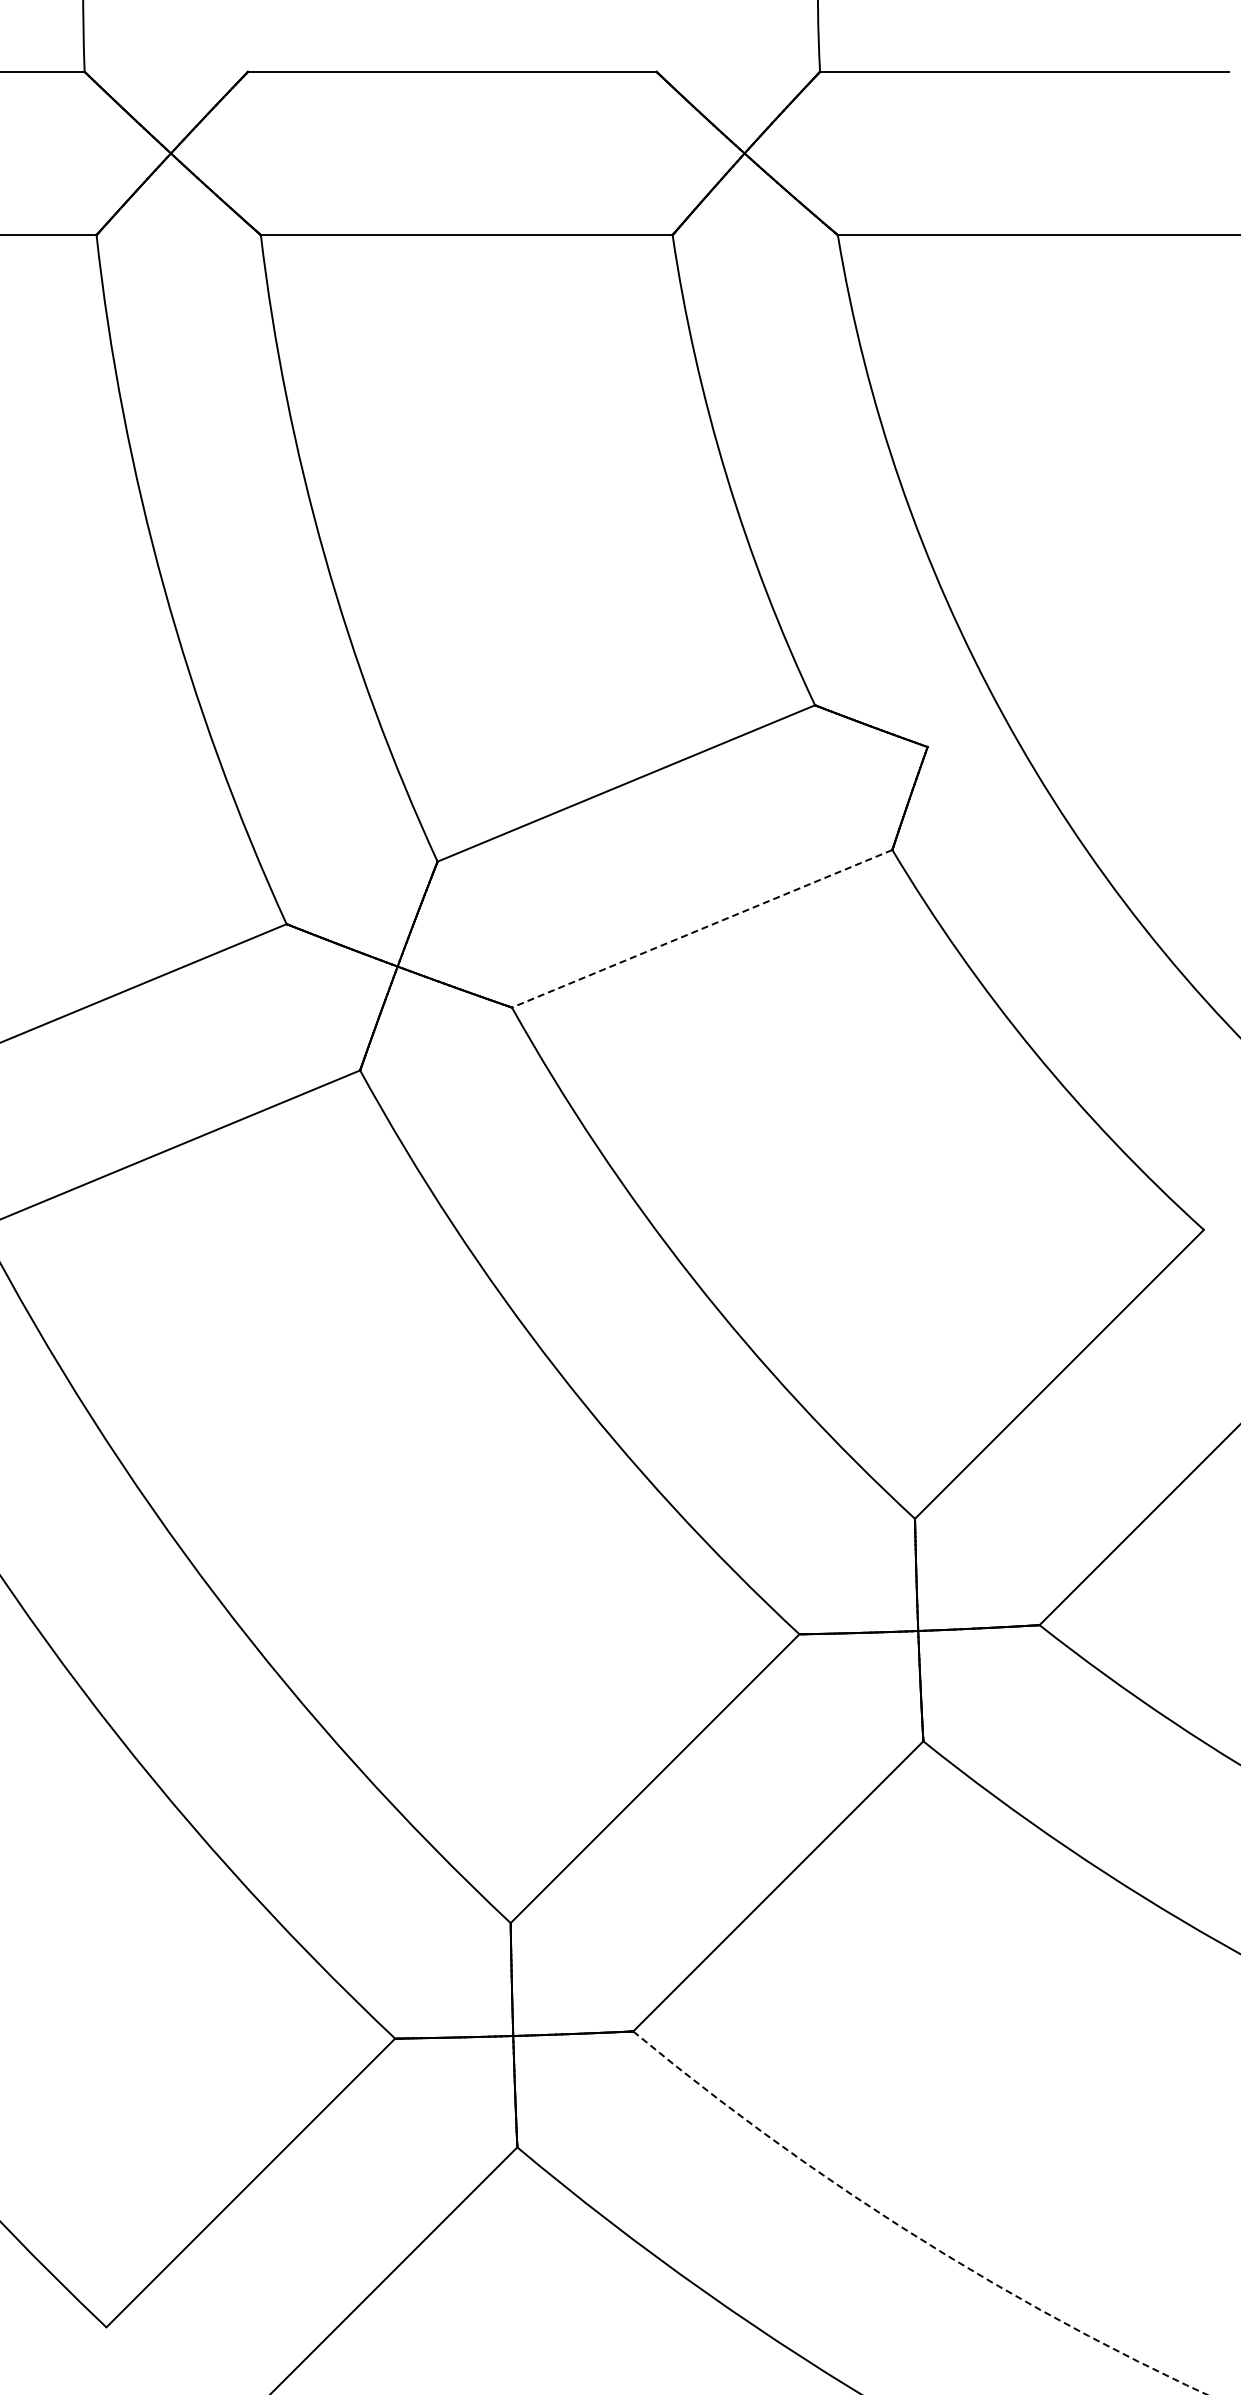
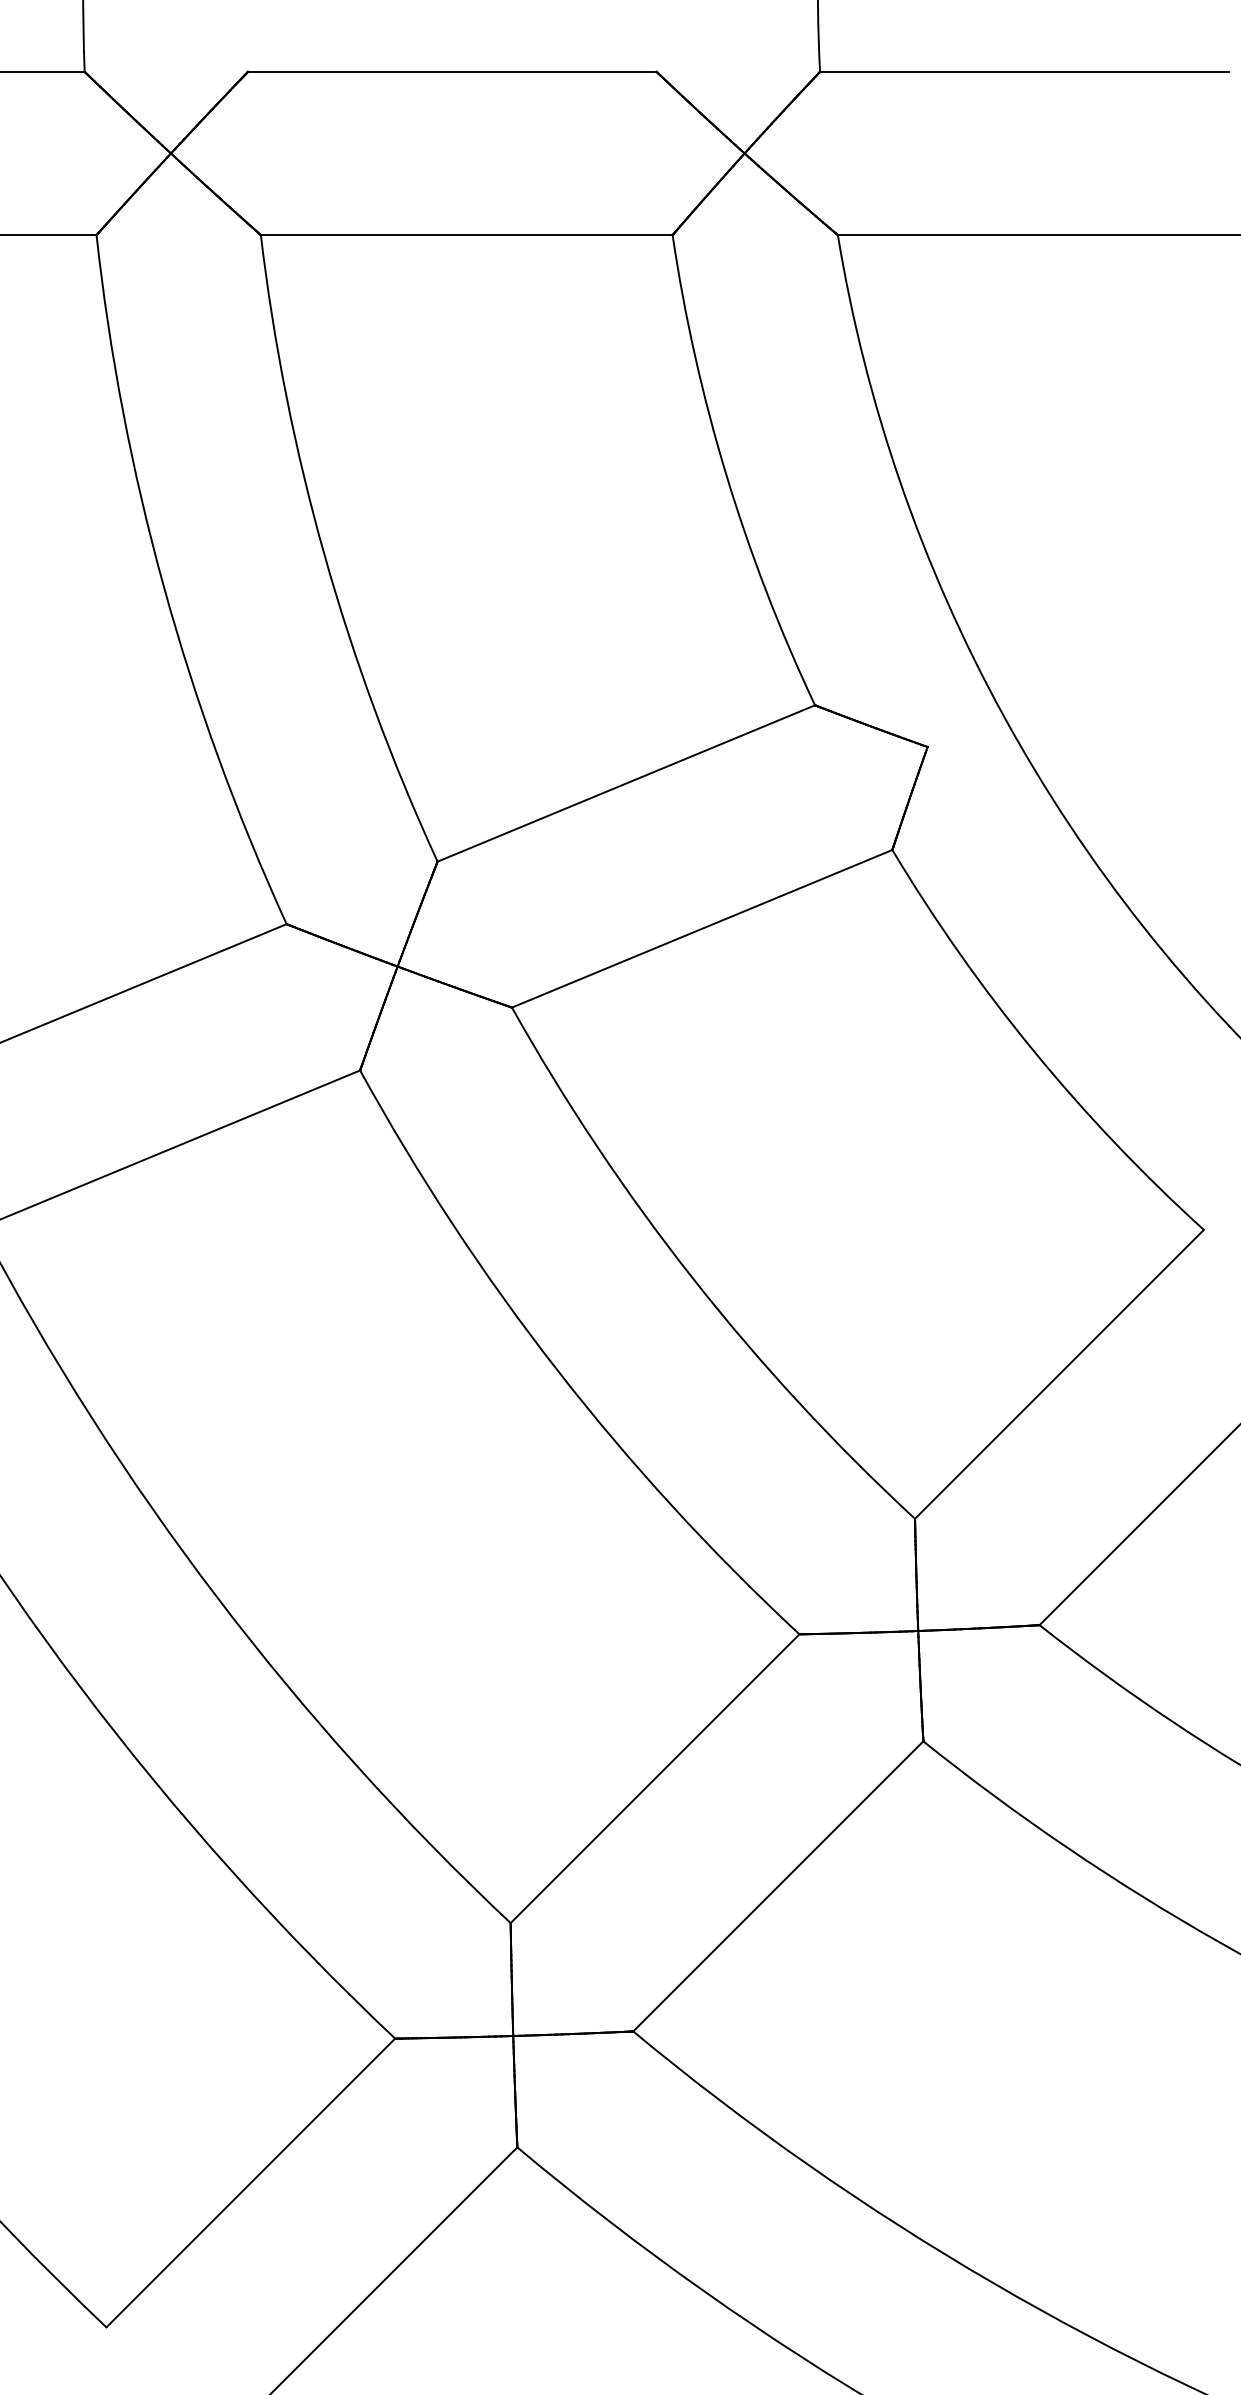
line at (702, 928): dashed -> solid
arc at (909, 2231): dashed -> solid
